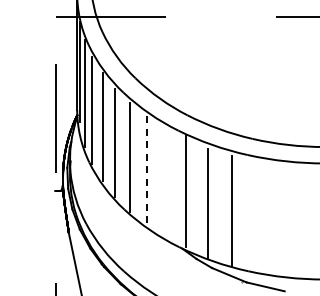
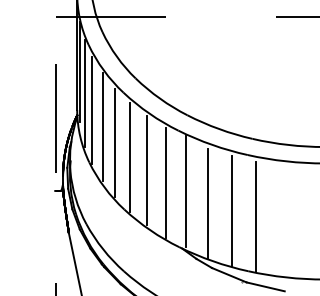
line at (146, 171): dashed -> solid
line at (165, 182): none -> present
line at (255, 216): none -> present
